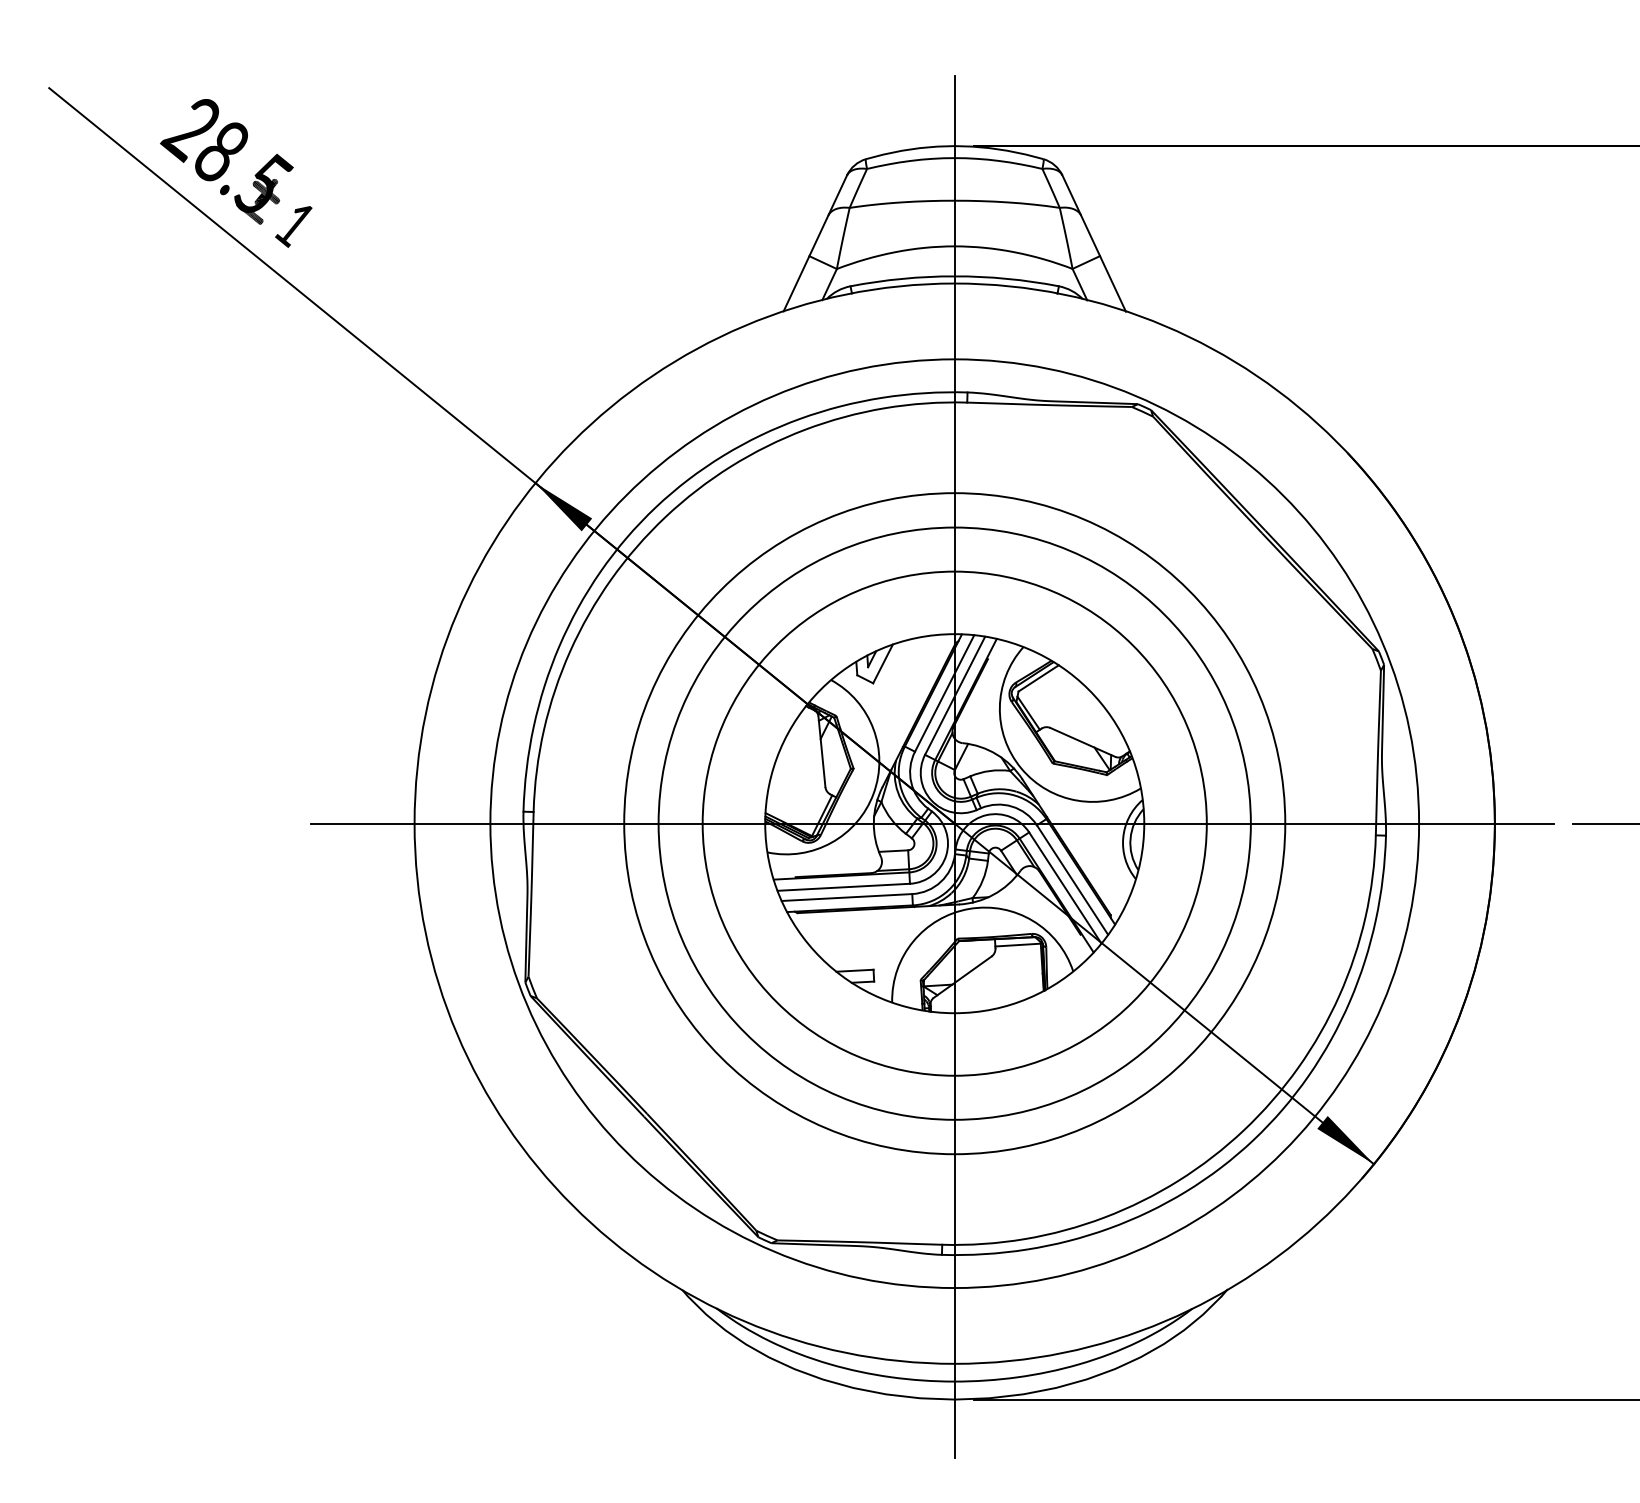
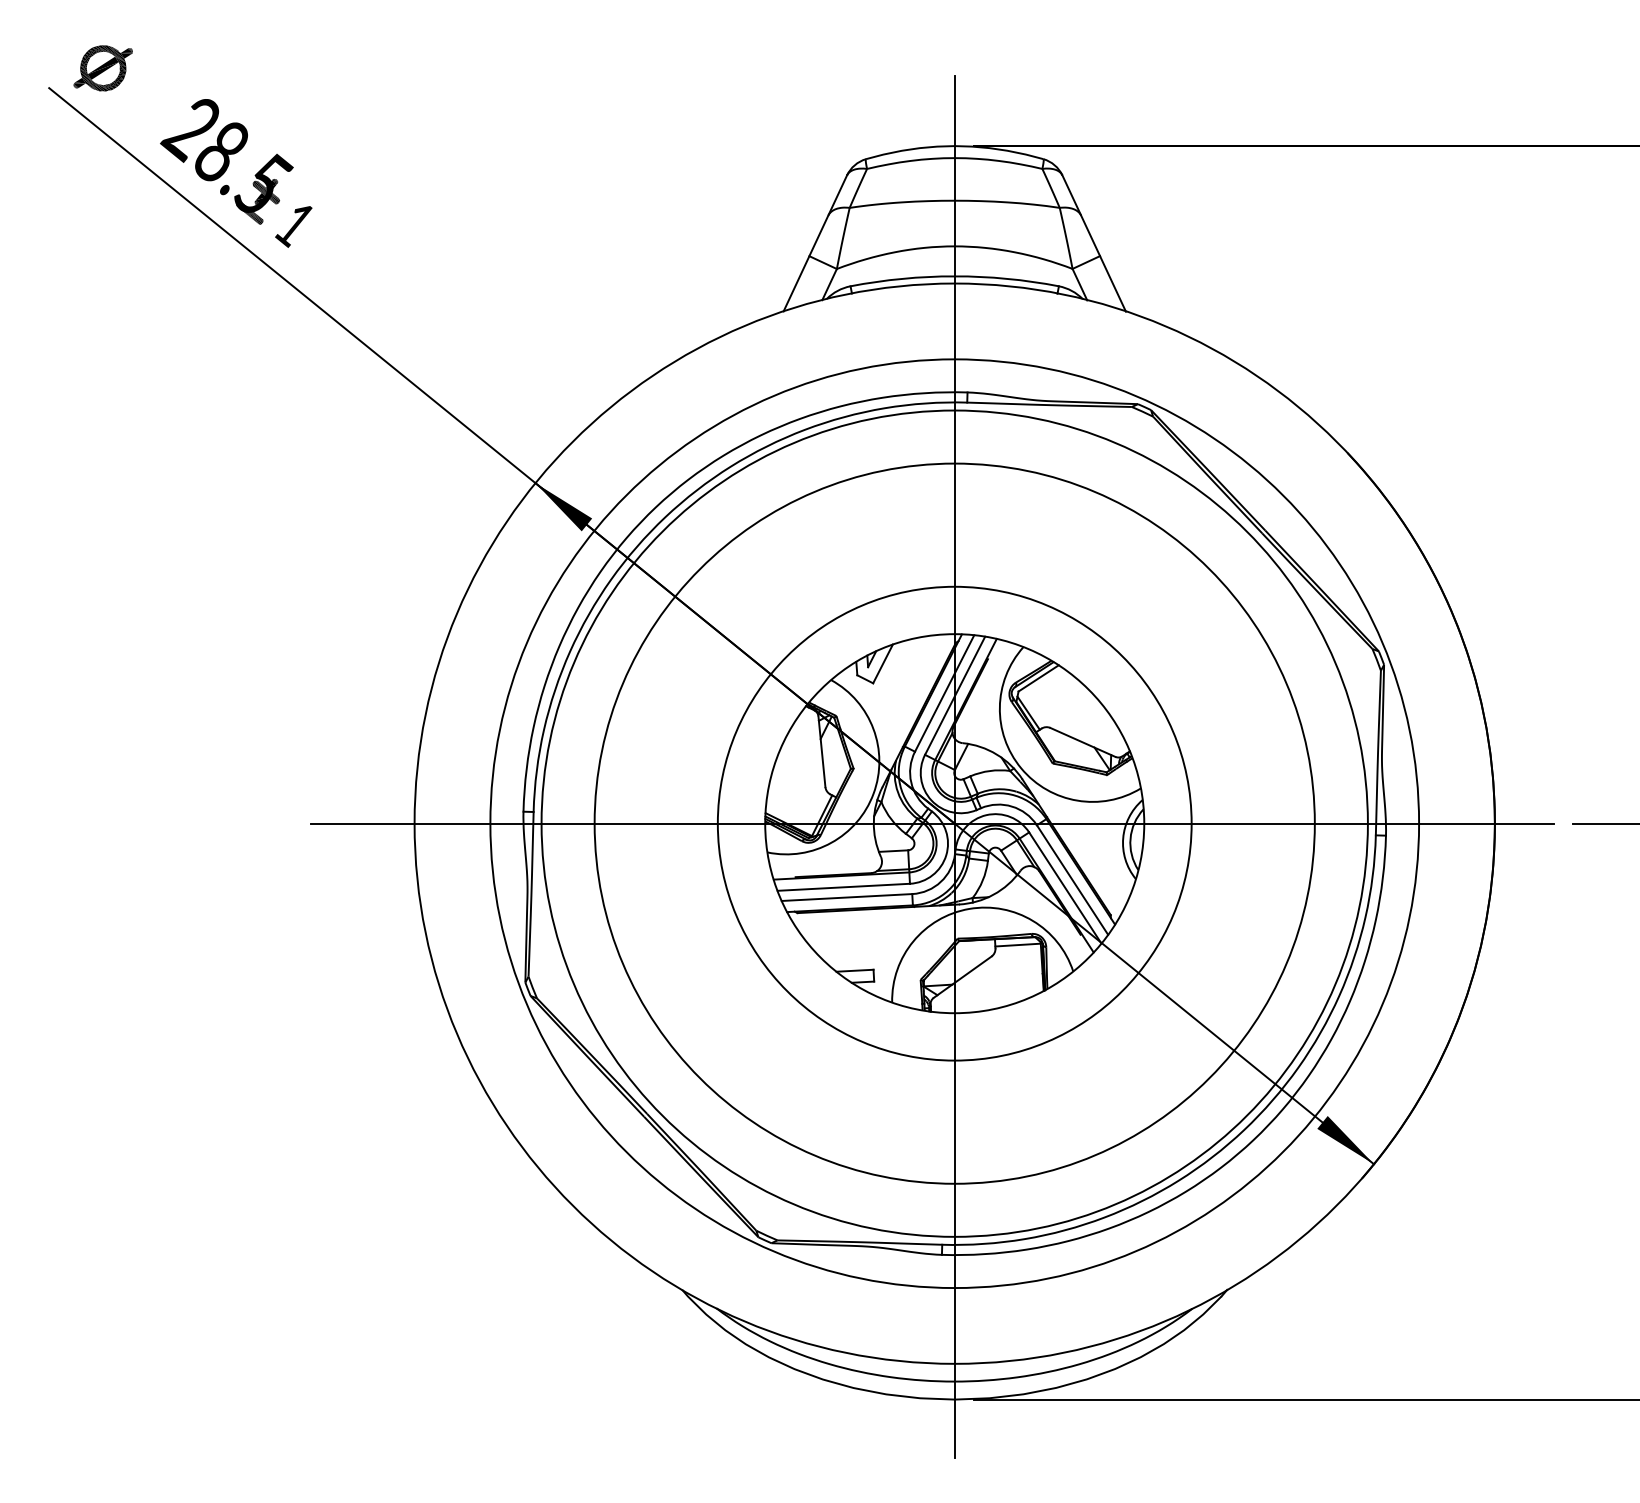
part at (102, 68): none -> present
circle at (954, 823) diameter: 504 px -> 720 px
circle at (954, 823) diameter: 592 px -> 474 px
circle at (954, 823) diameter: 661 px -> 826 px
